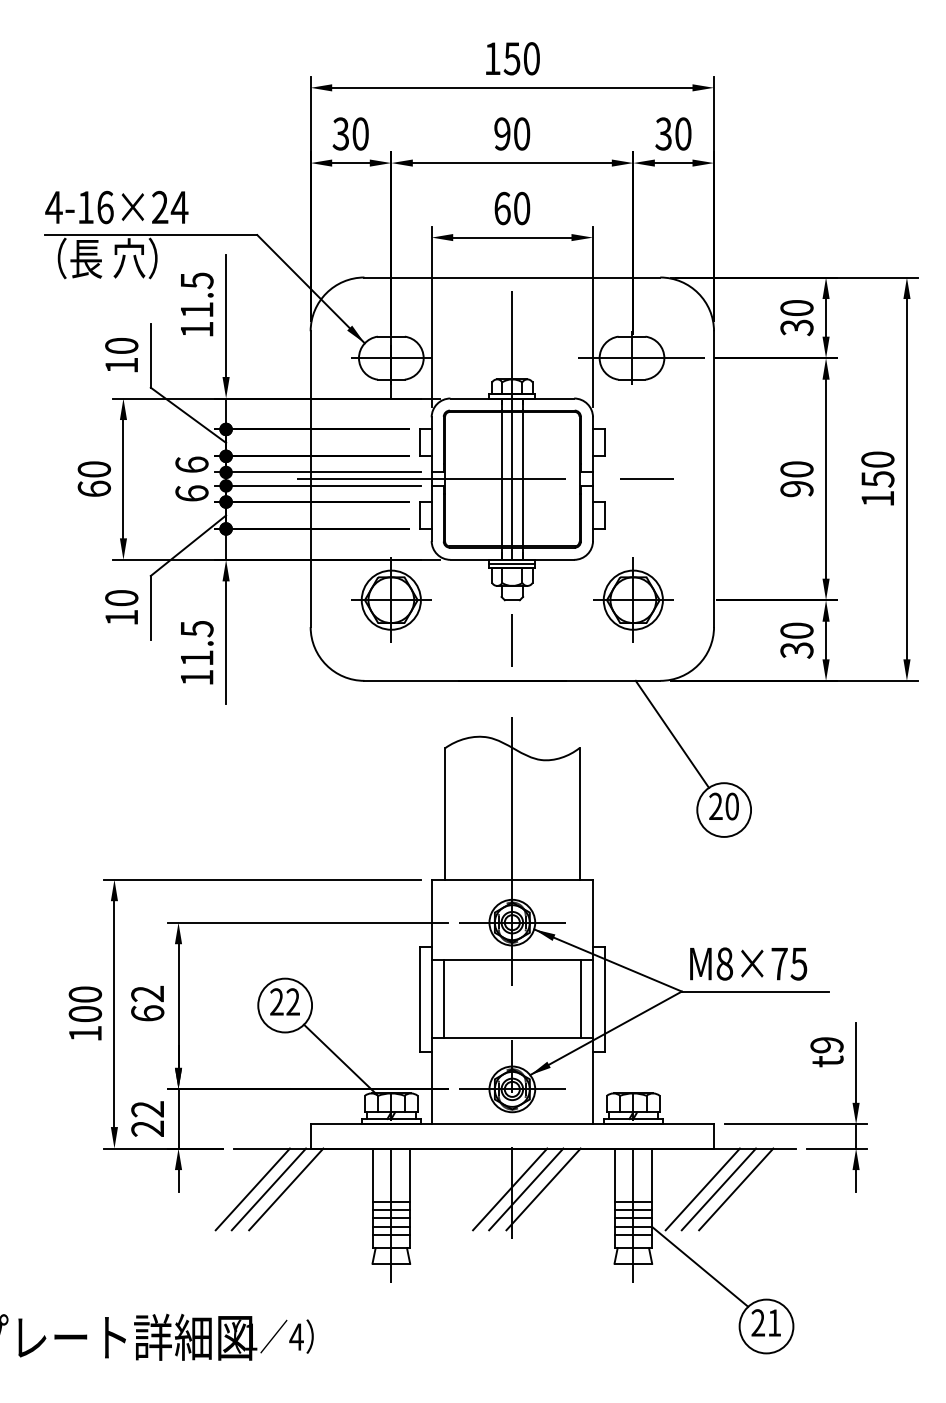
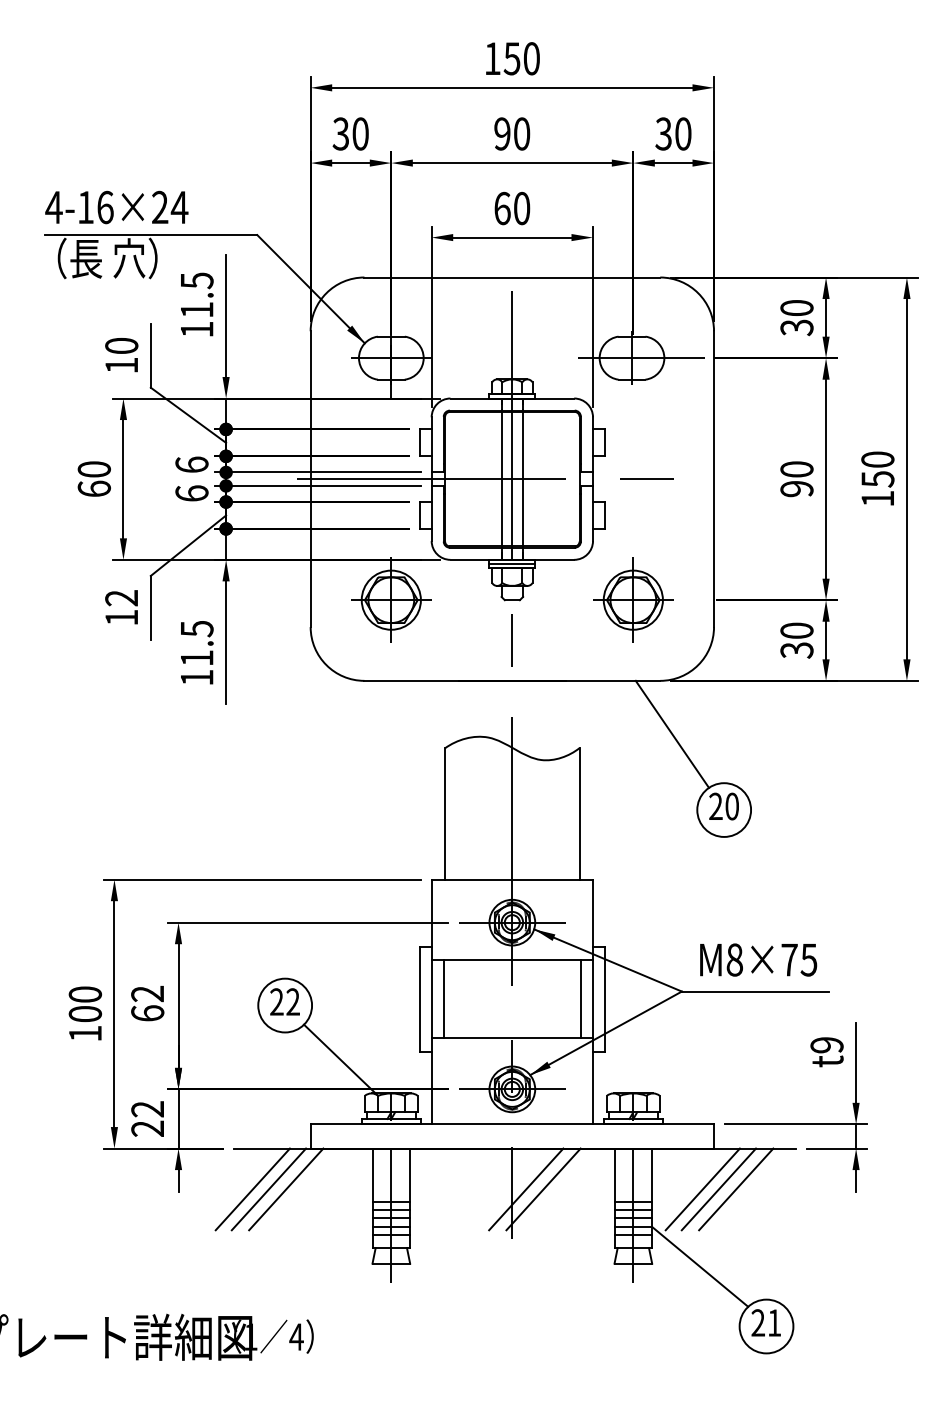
text at (121, 598): 10 -> 12
text at (748, 963) position: (748, 963) -> (758, 959)
line at (510, 1189): present -> none
